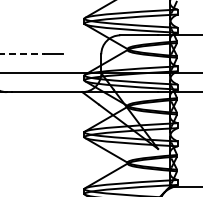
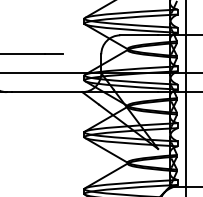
line at (23, 54): dashed -> solid
line at (186, 97): none -> present
